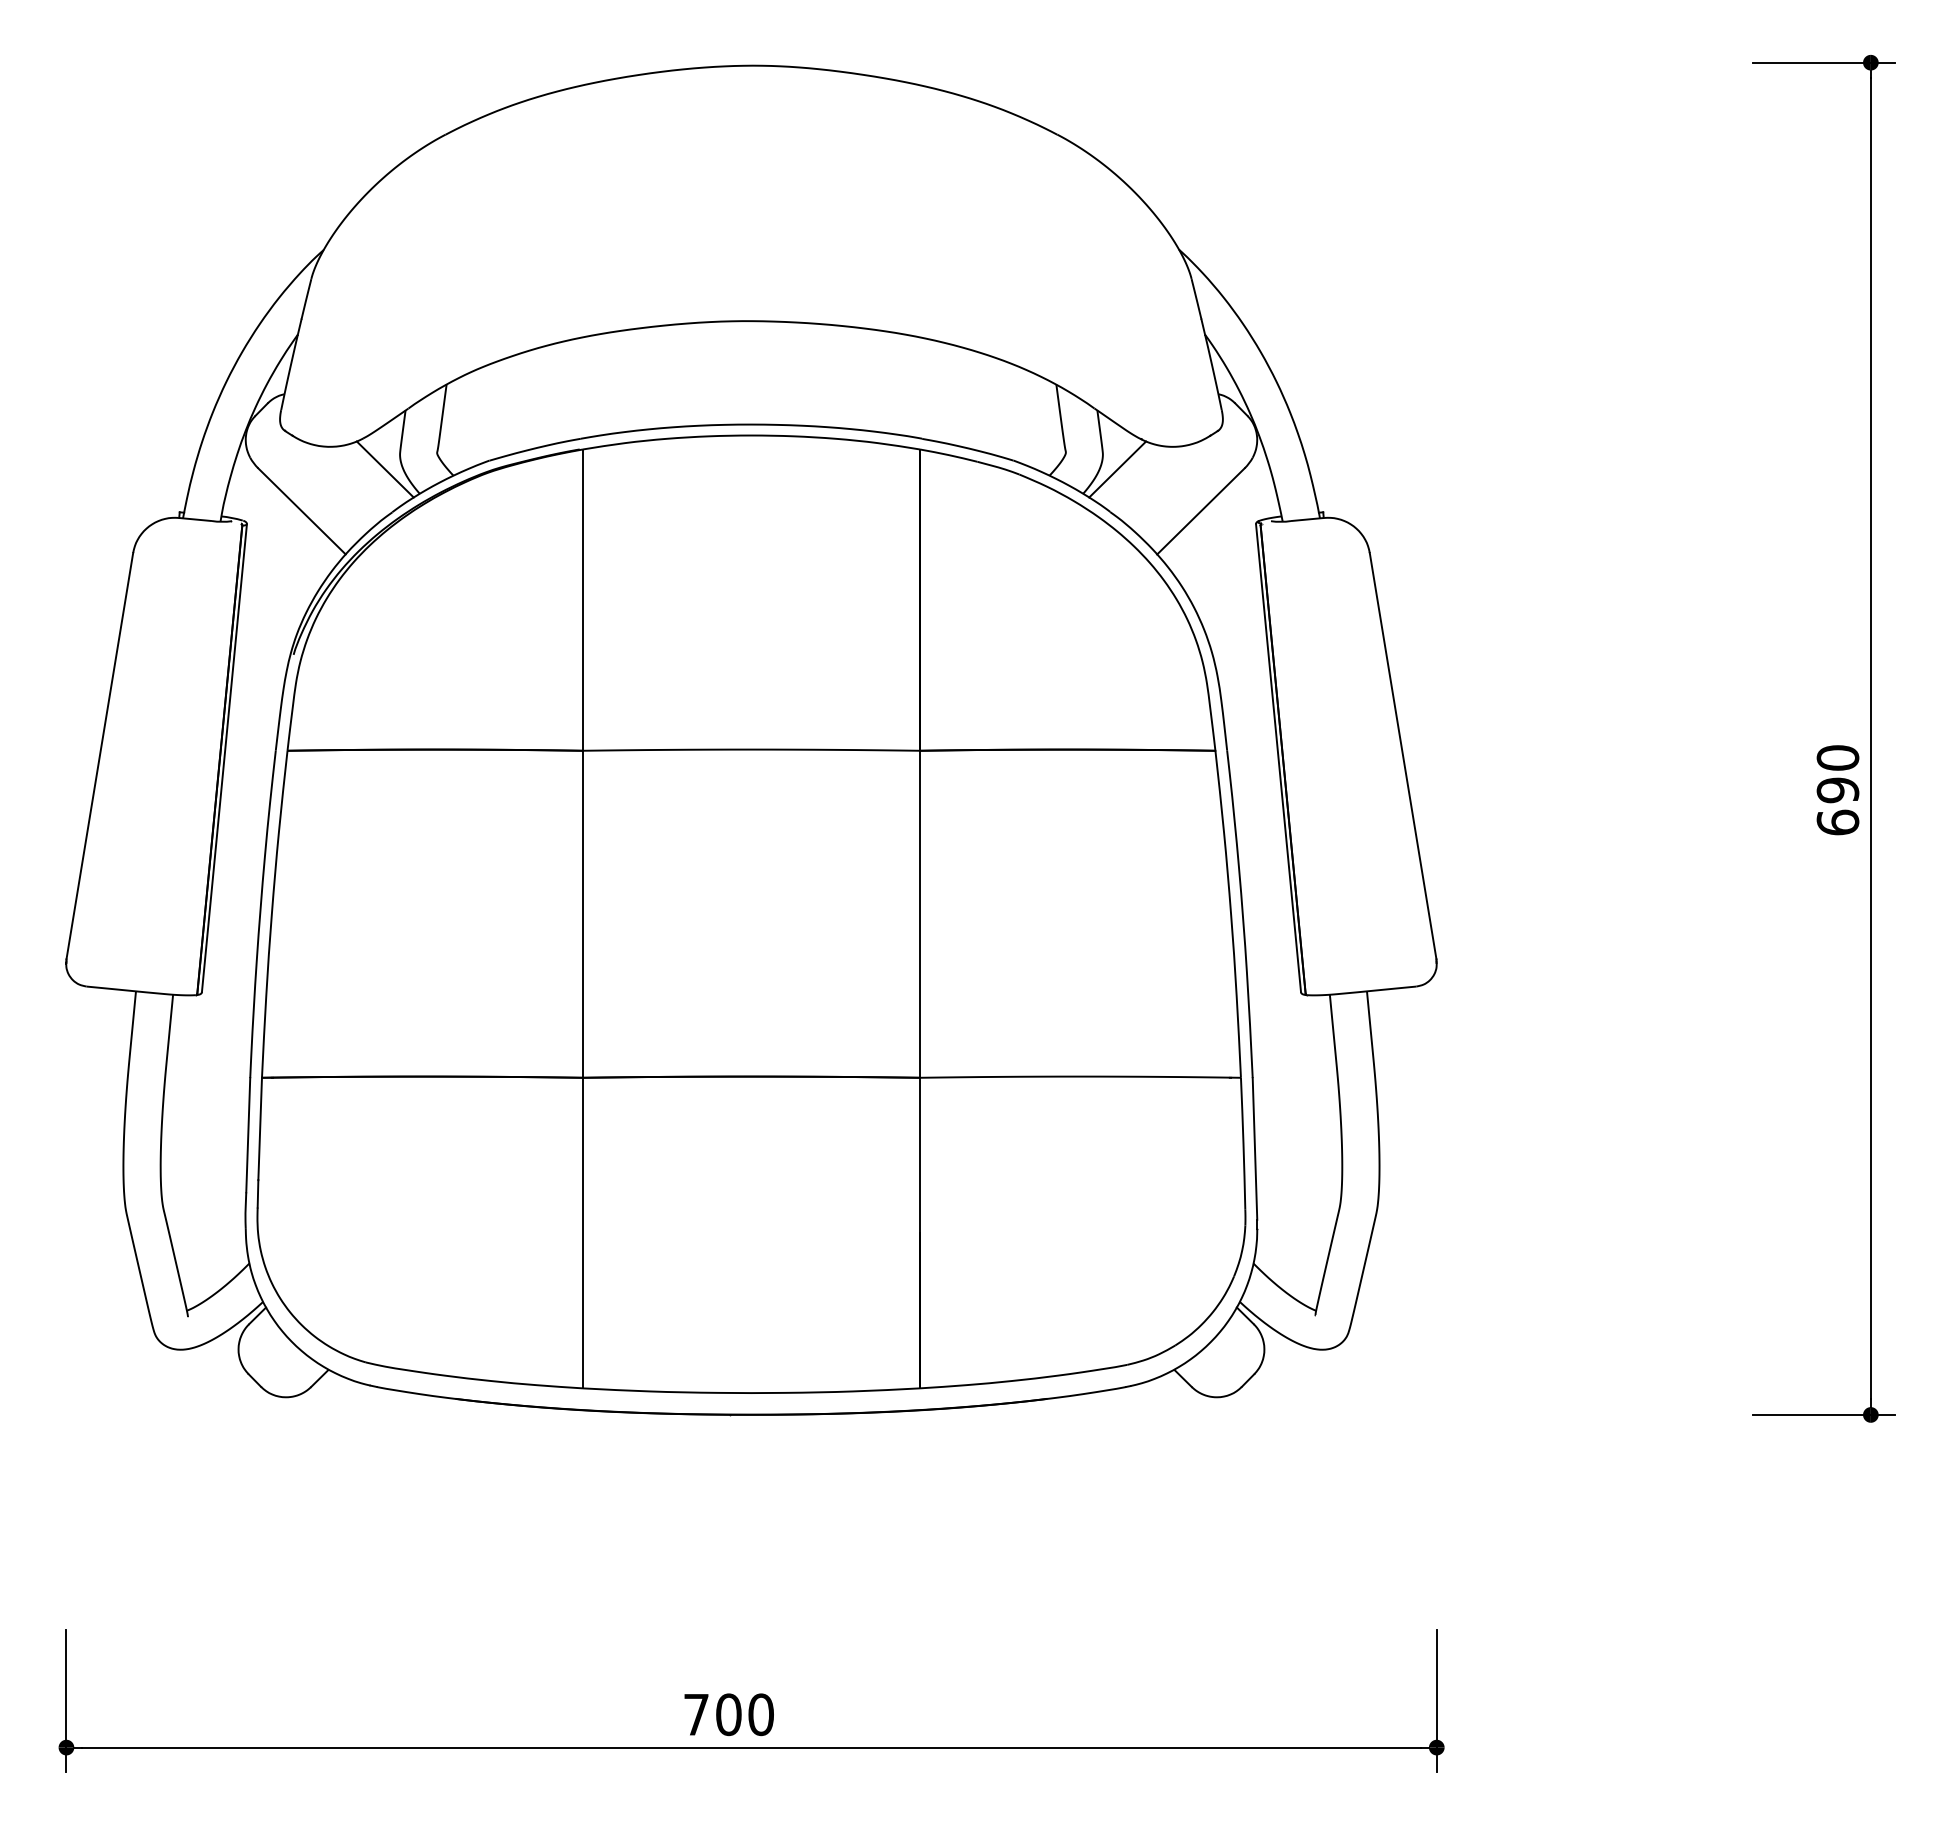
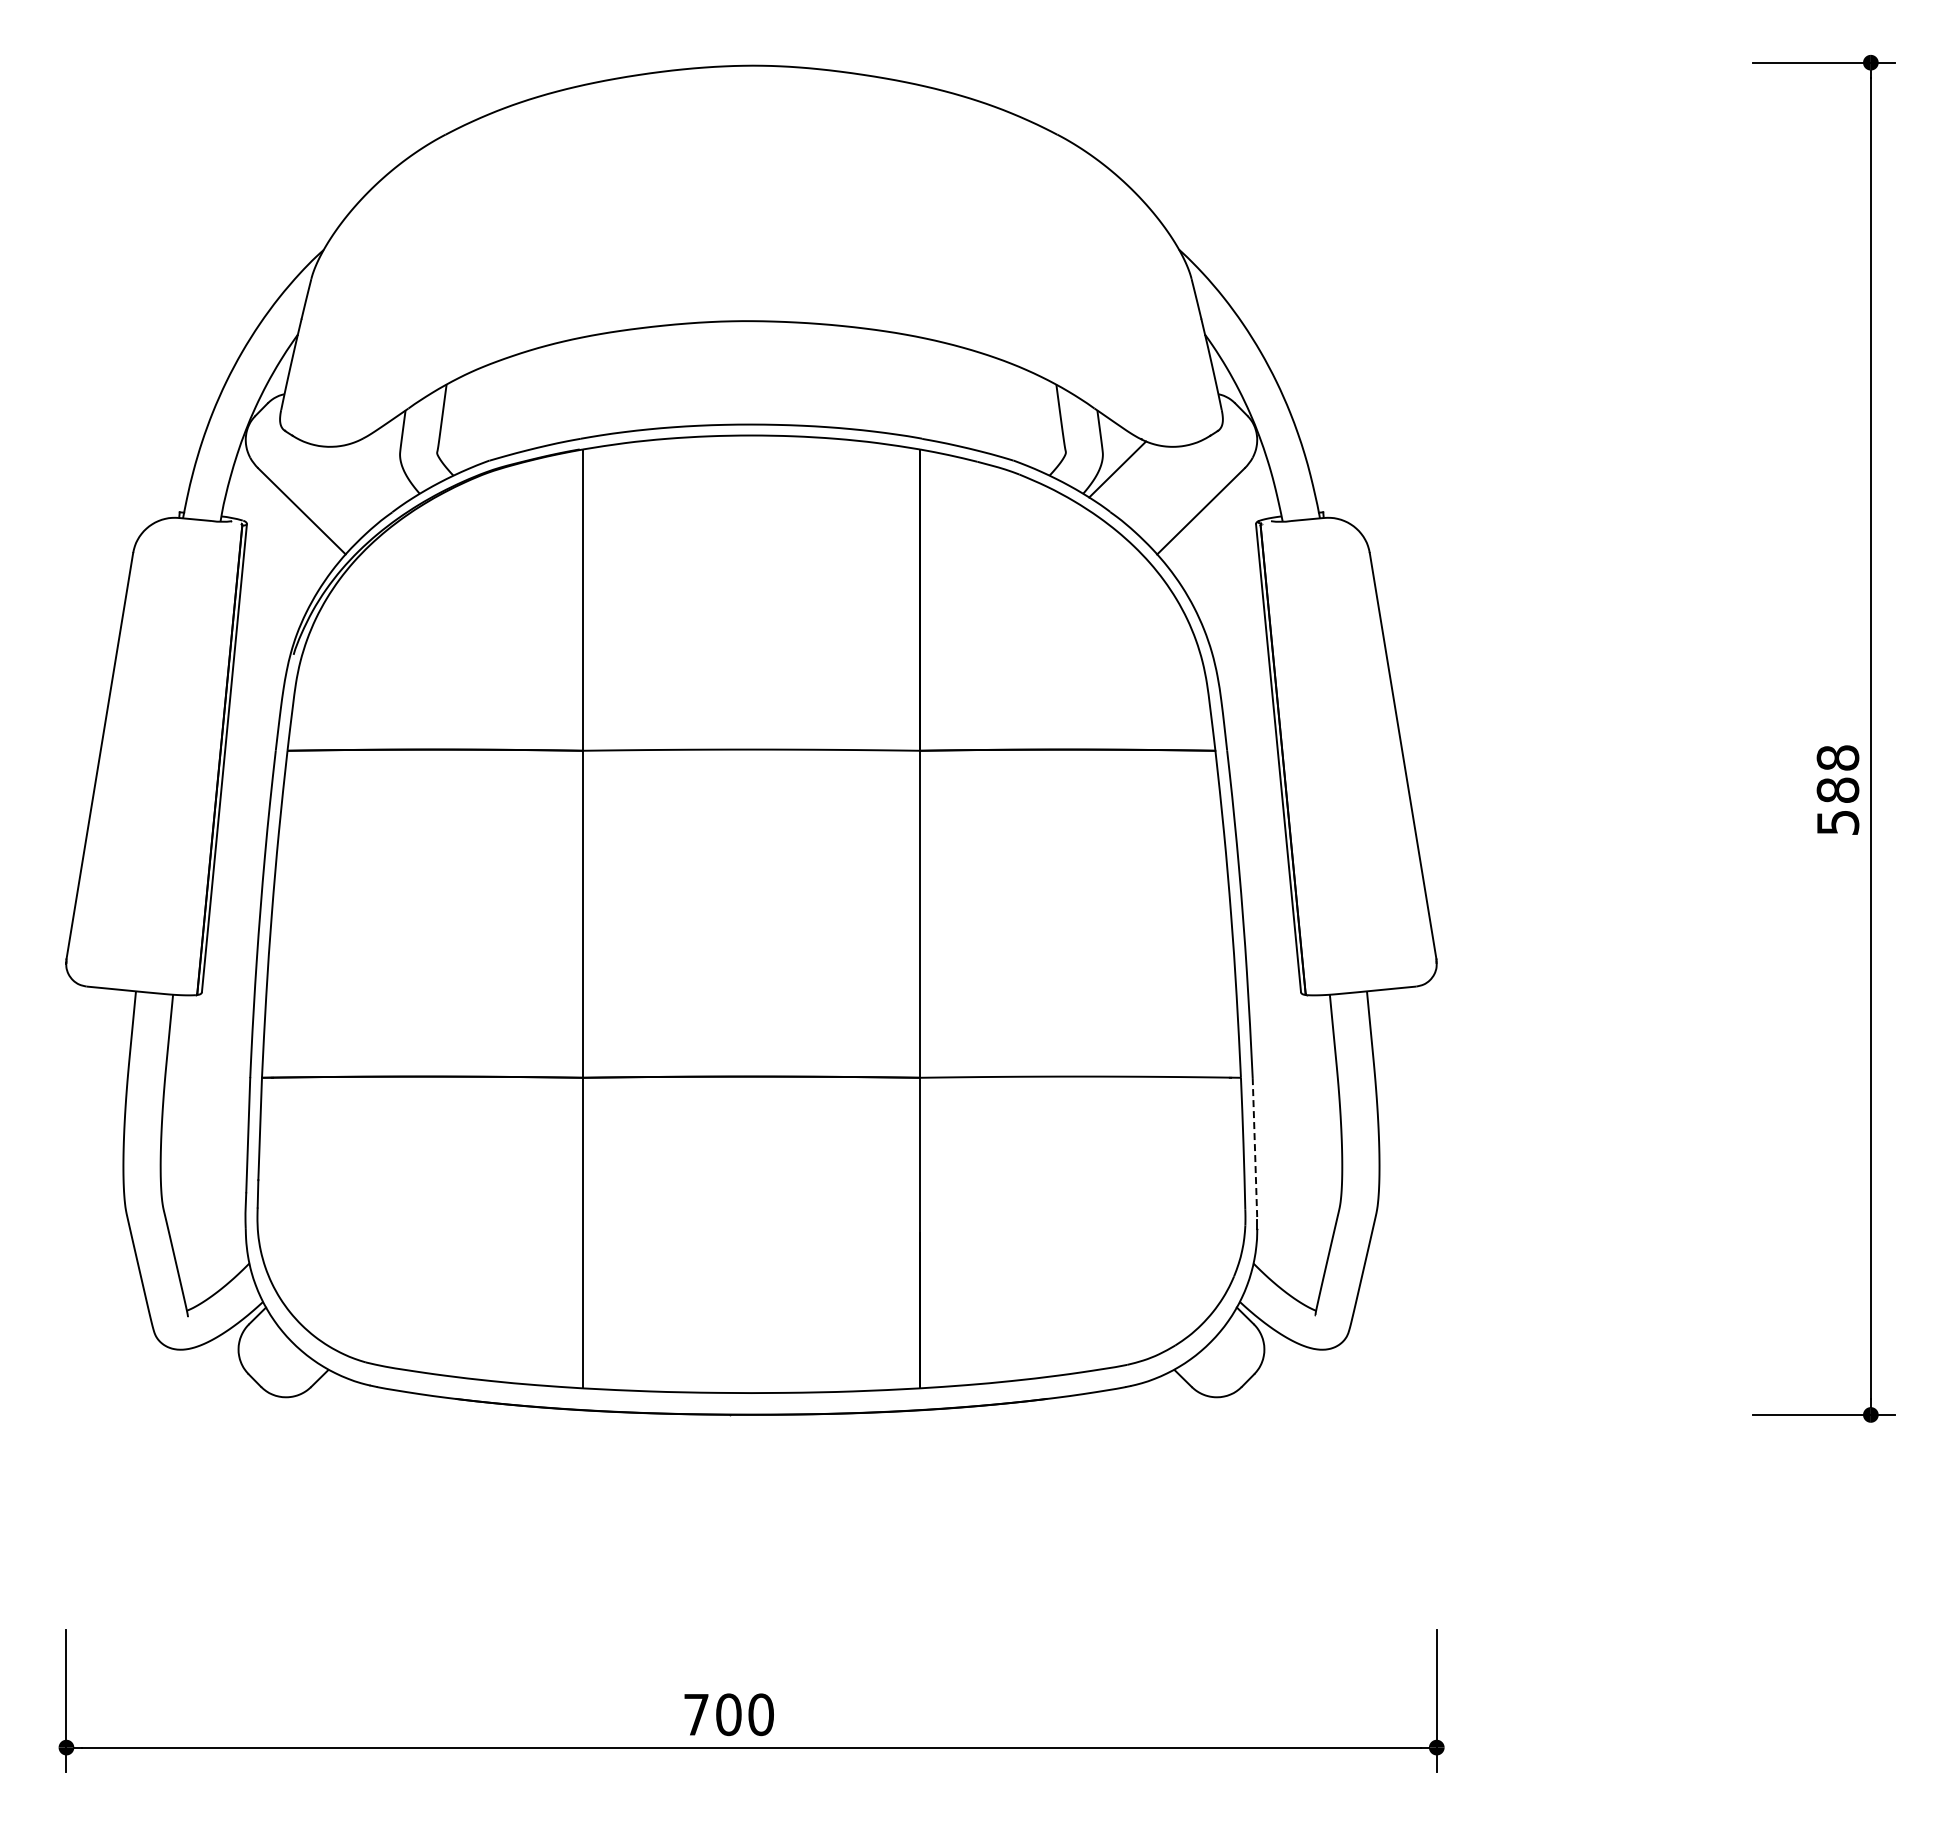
line at (384, 469): present -> none
text at (1837, 790): 690 -> 588
line at (1254, 1148): solid -> dashed
